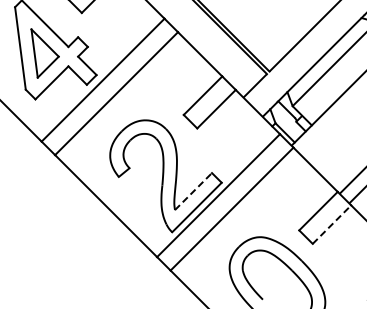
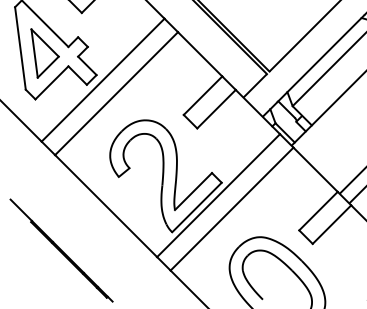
line at (193, 191): dashed -> solid
line at (332, 224): dashed -> solid
line at (61, 250): none -> present
